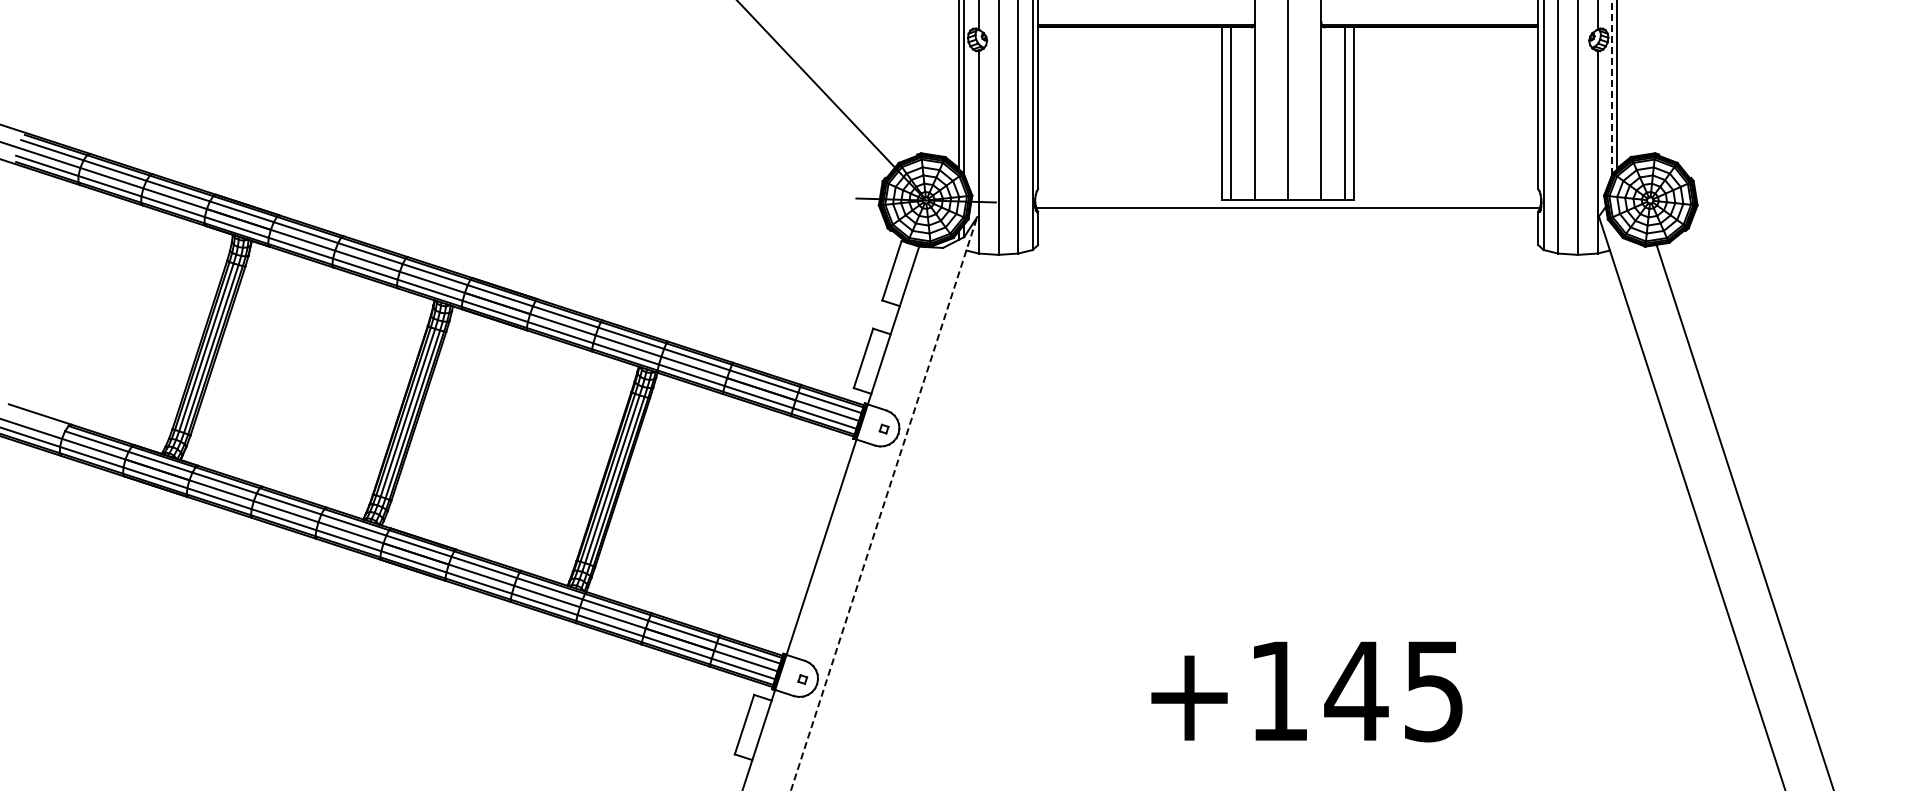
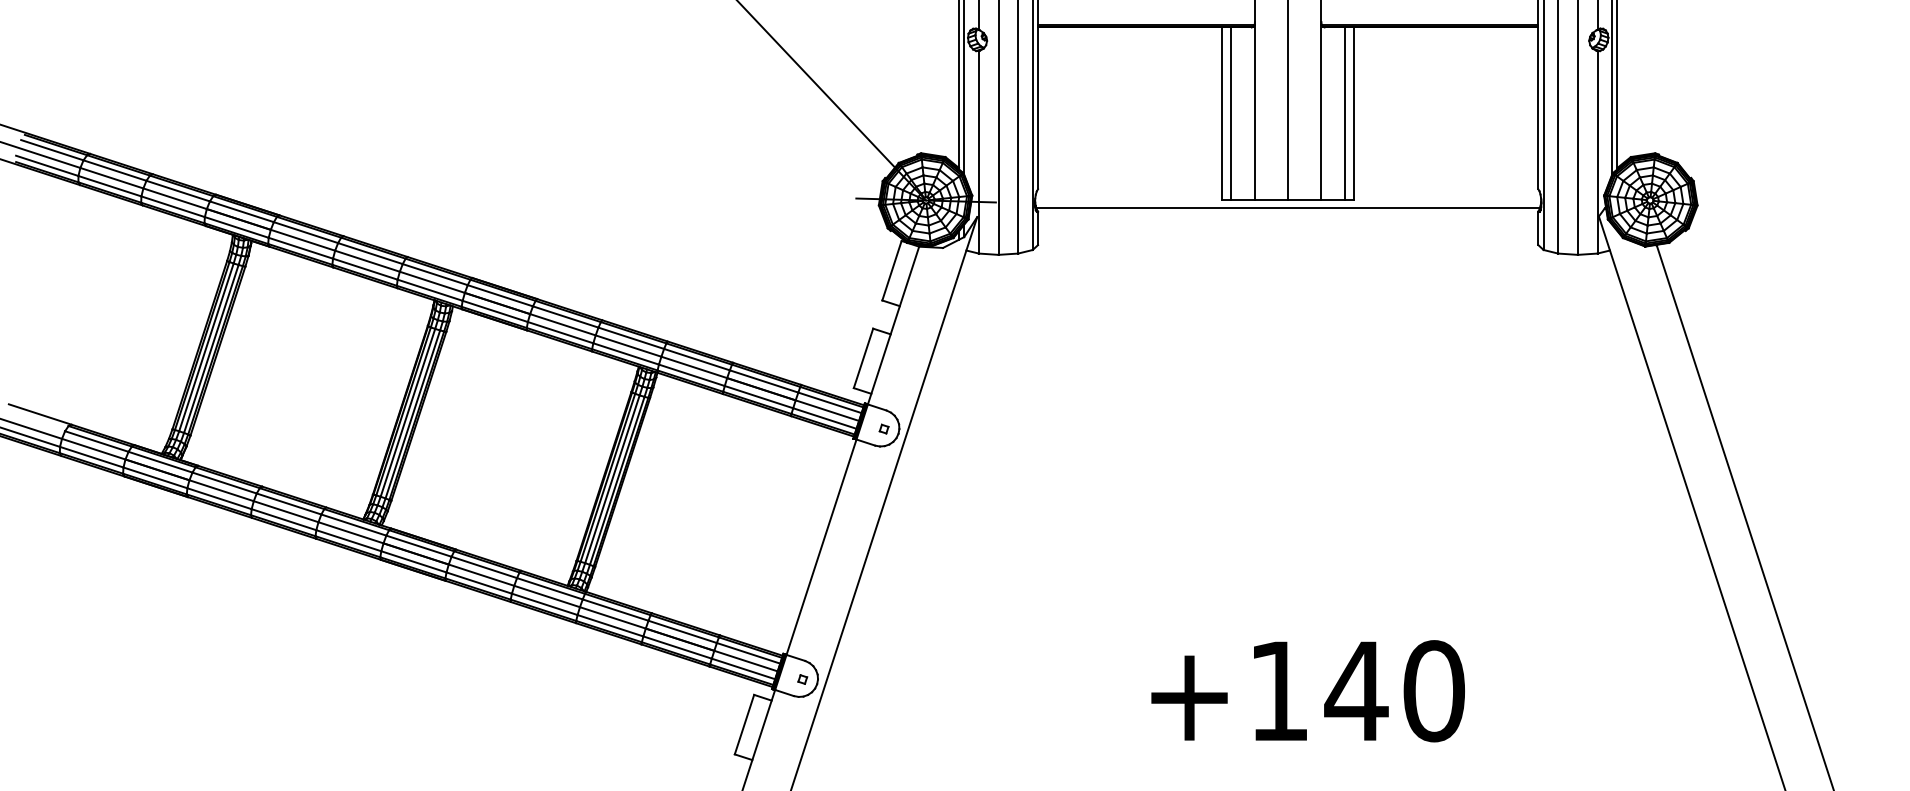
line at (1612, 87): dashed -> solid
line at (884, 503): dashed -> solid
text at (1433, 691): +145 -> +140
